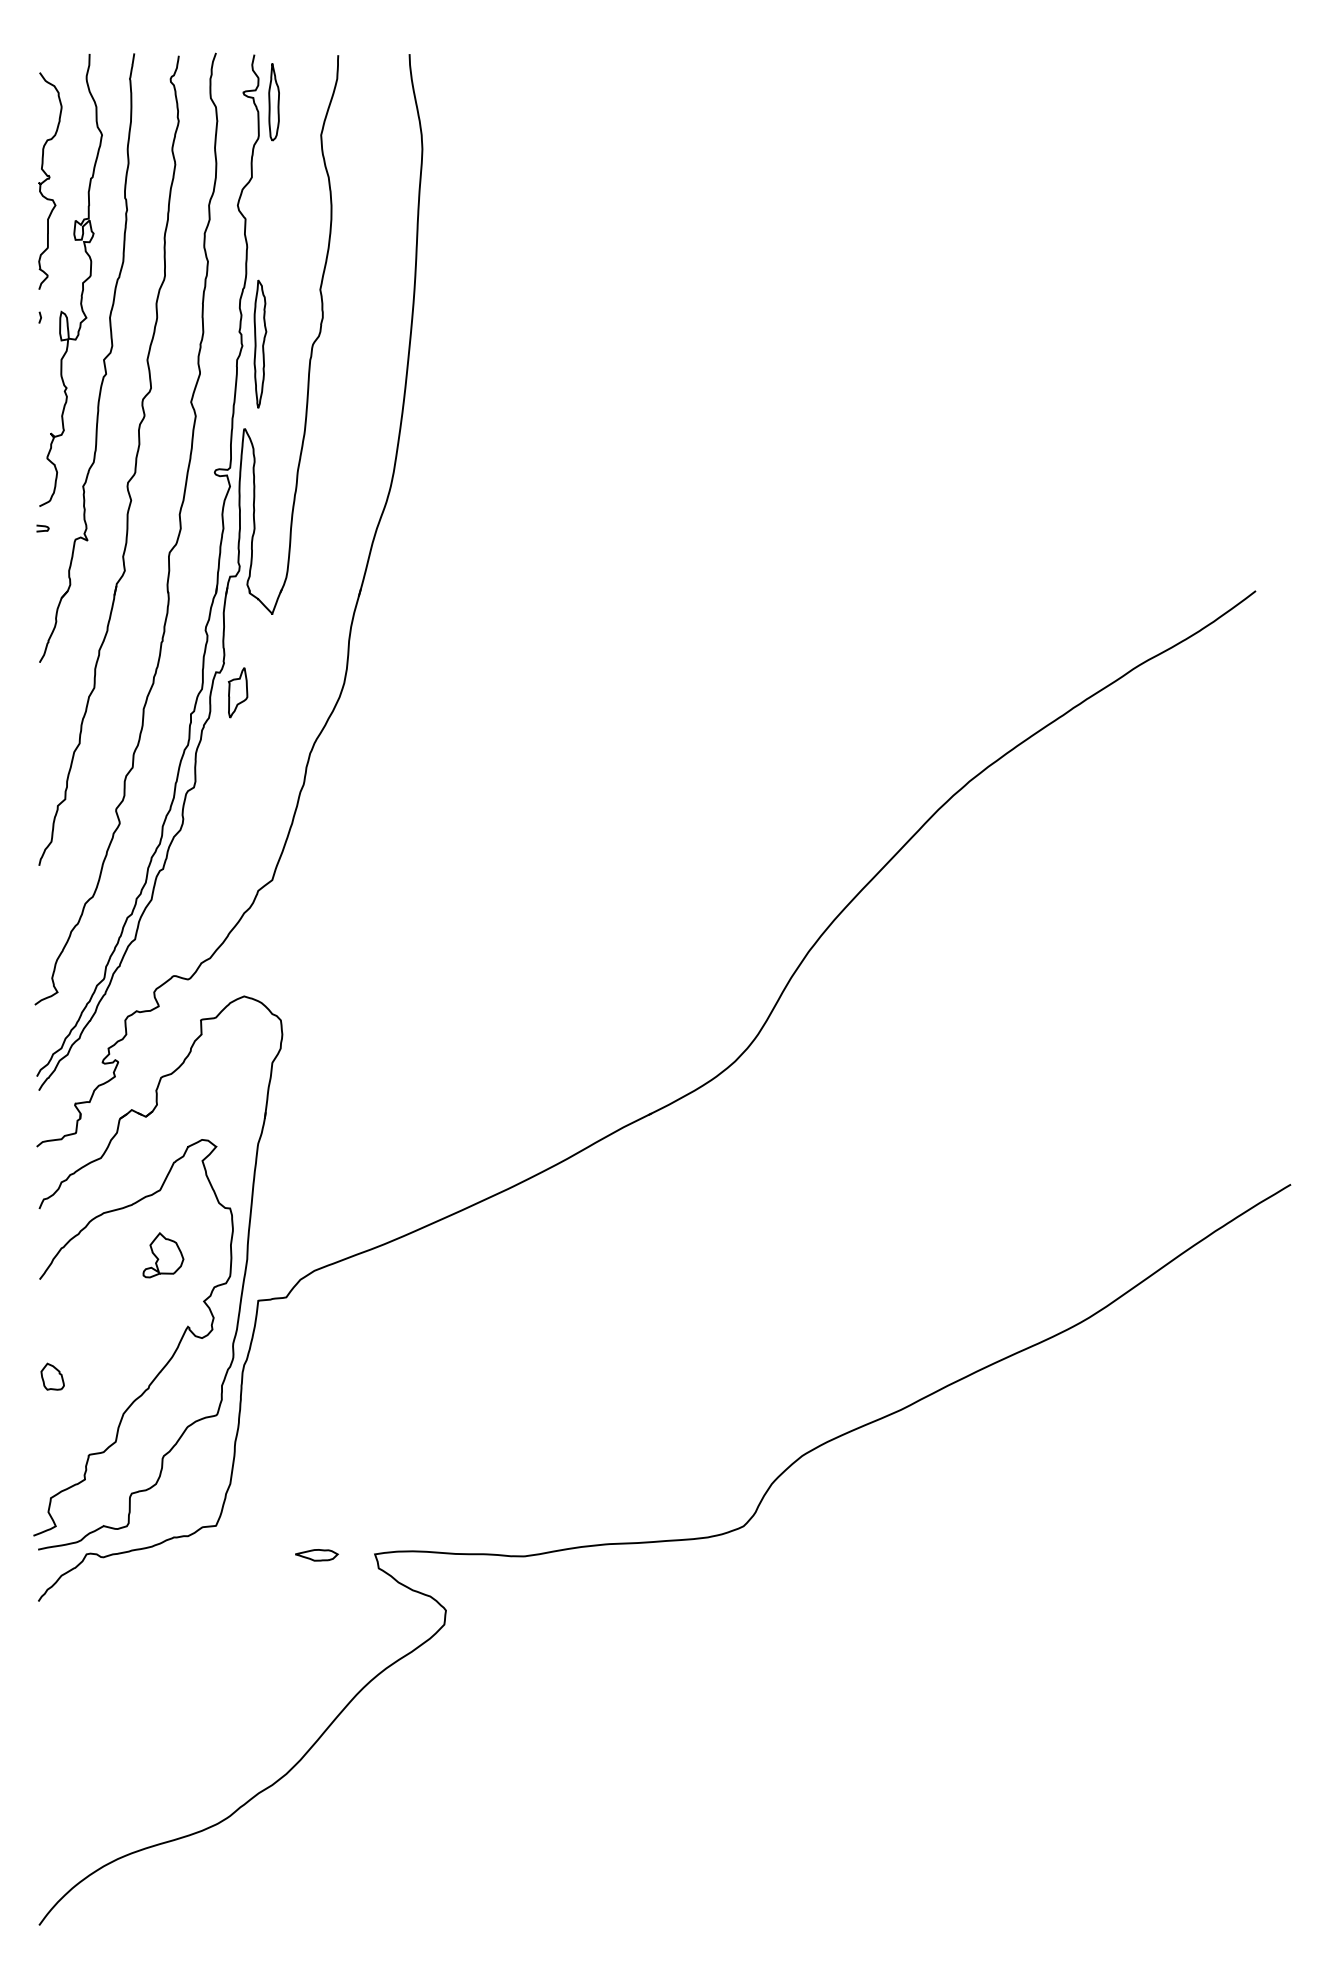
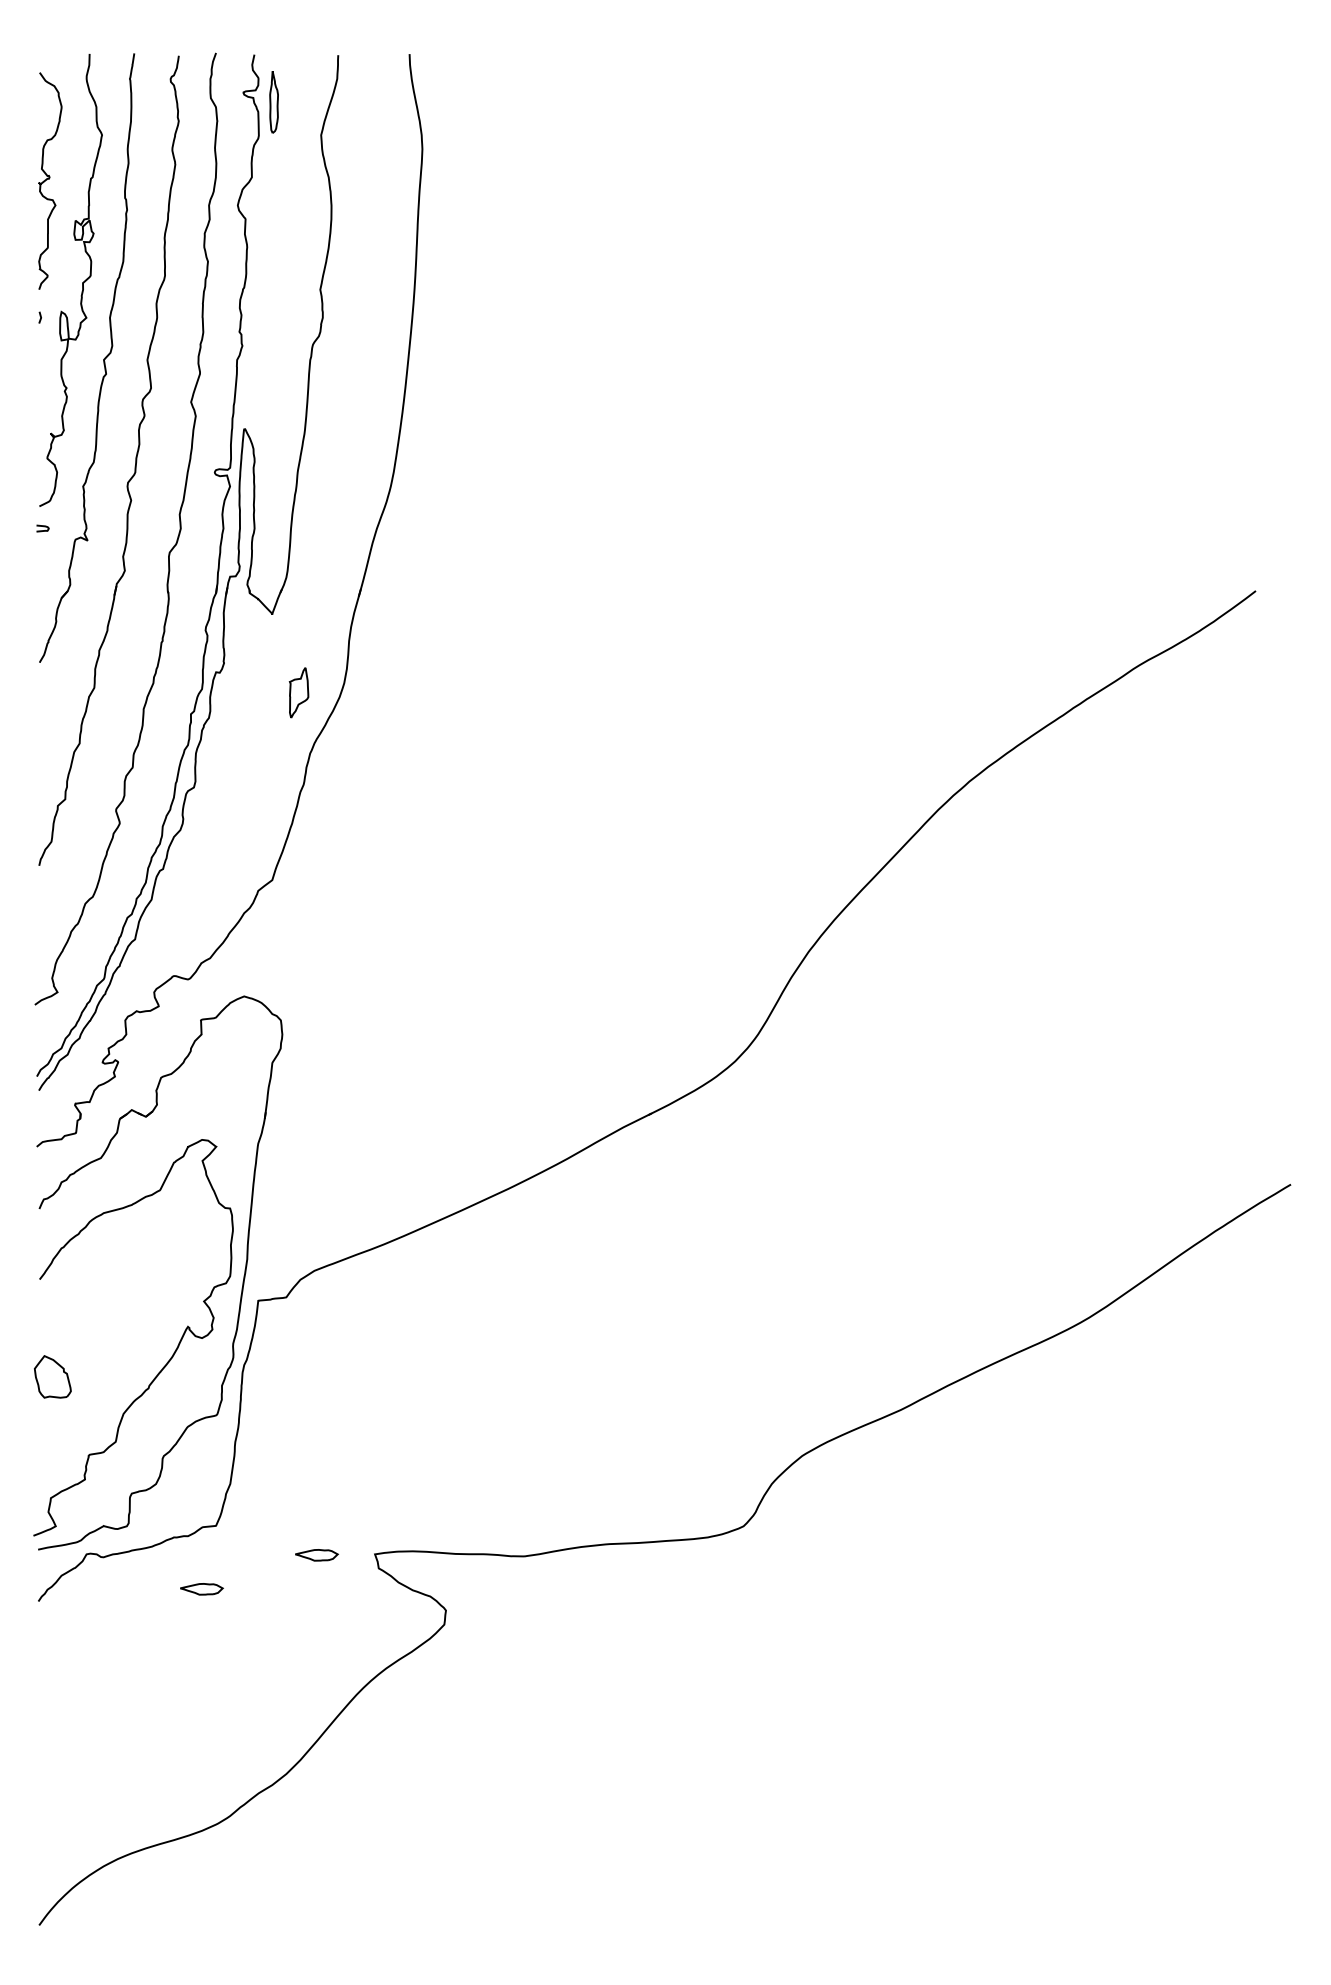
part at (273, 102) size: 12x79 px -> 10x63 px
part at (260, 343): present -> none
part at (237, 692) position: (237, 692) -> (298, 692)
part at (163, 1255): present -> none
part at (52, 1376) size: 25x29 px -> 38x44 px
part at (201, 1589): none -> present
